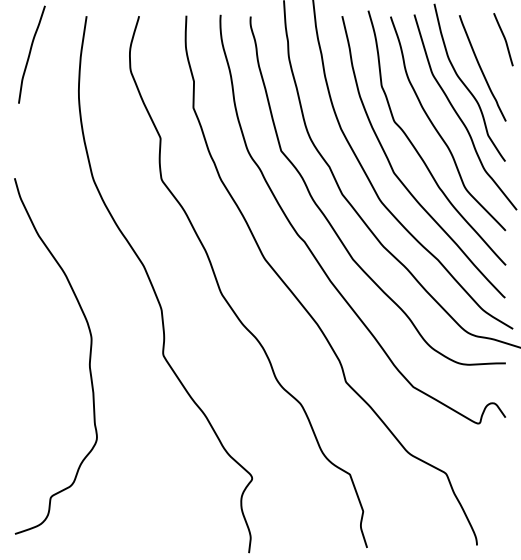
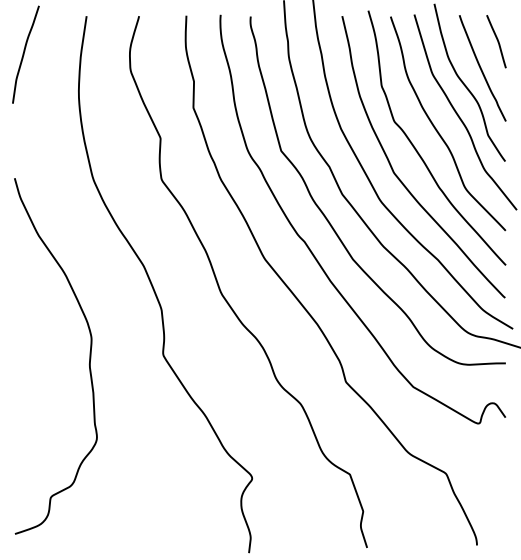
curve at (504, 39) position: (504, 39) -> (497, 41)
curve at (30, 54) position: (30, 54) -> (24, 54)
